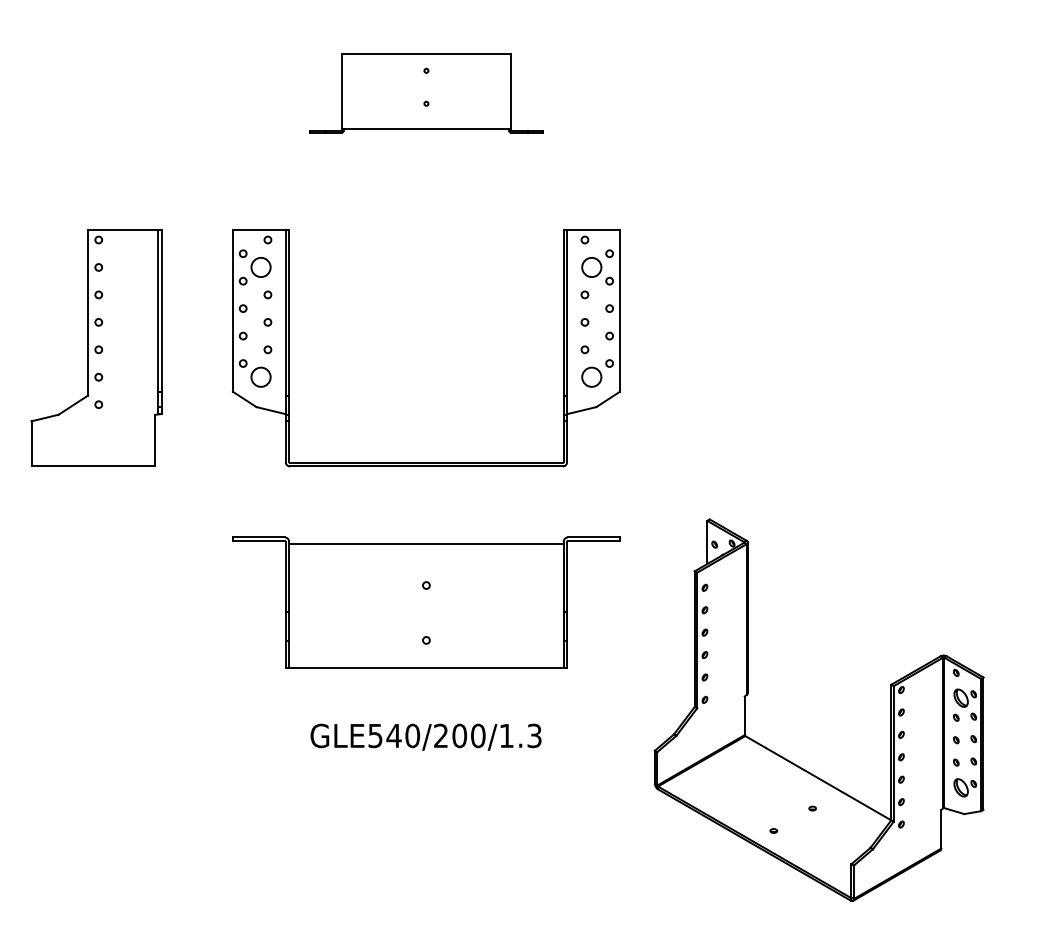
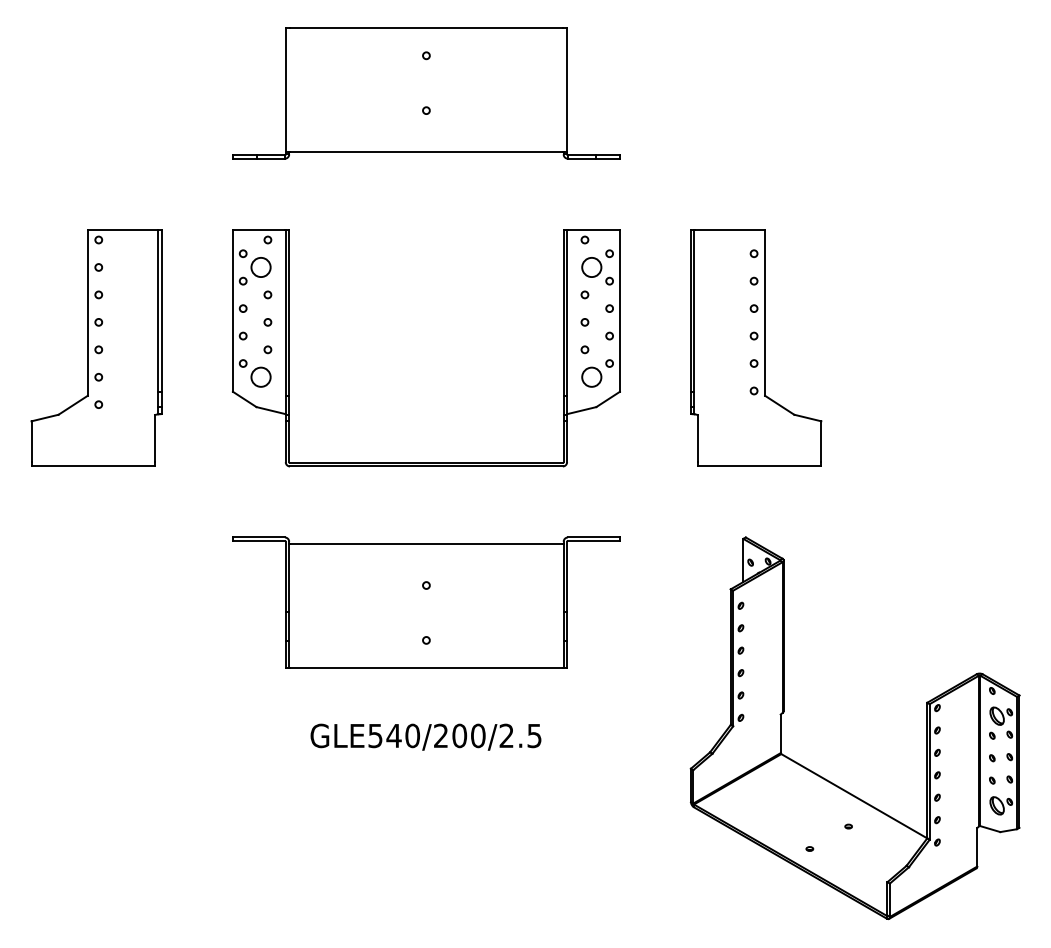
part at (426, 93) size: 235x81 px -> 389x133 px
part at (756, 347): none -> present
text at (520, 735): GLE540/200/1.3 -> GLE540/200/2.5
part at (788, 759) position: (788, 759) -> (824, 777)
